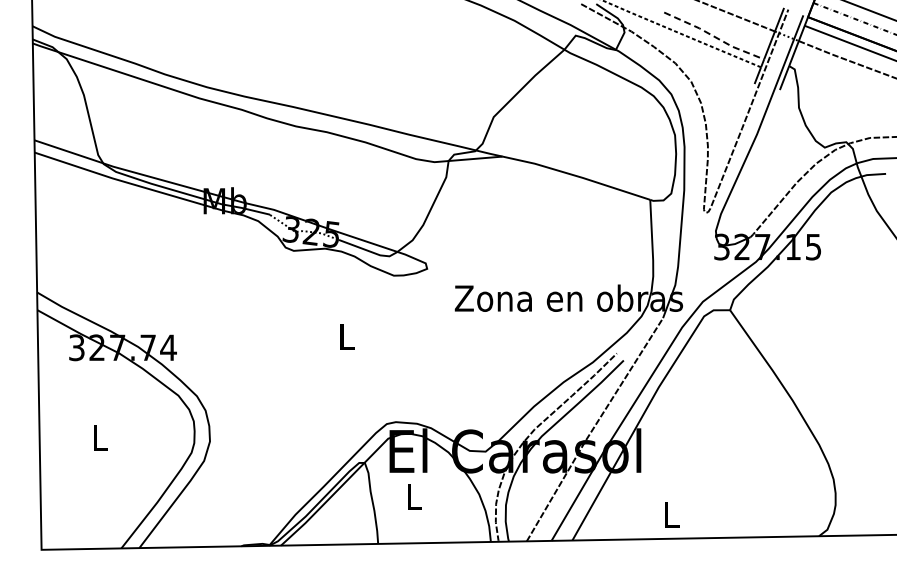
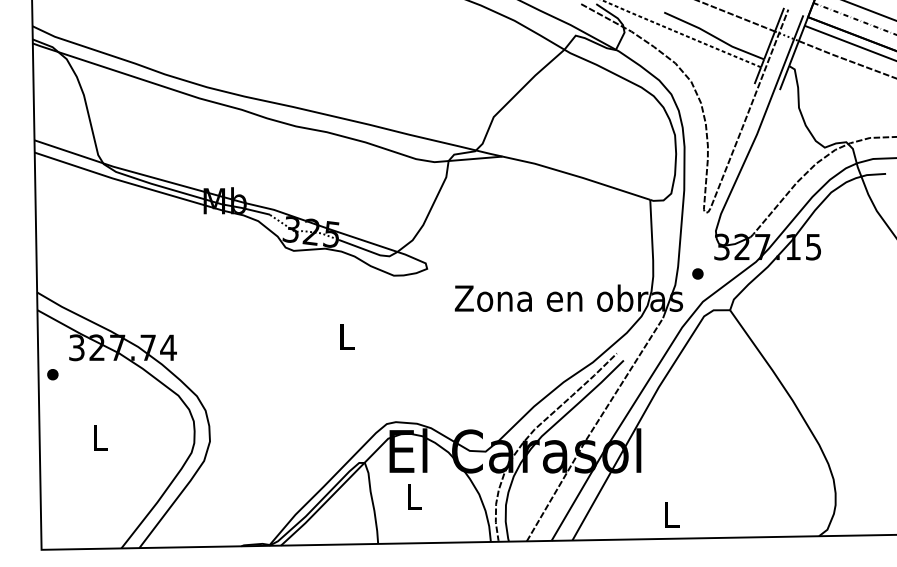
line at (714, 36): dashed -> solid
part at (697, 273): none -> present
part at (52, 374): none -> present
